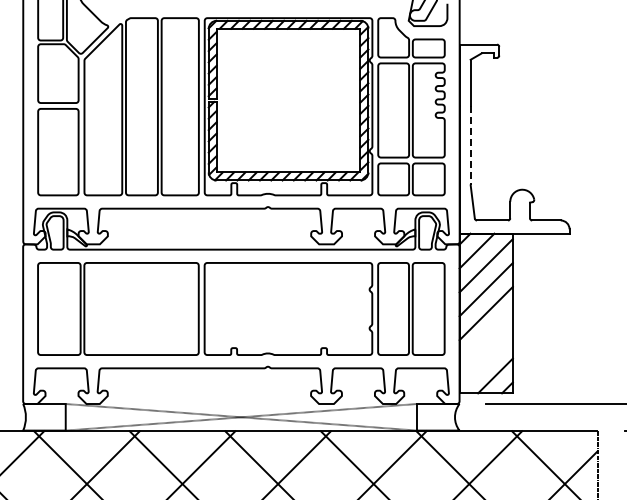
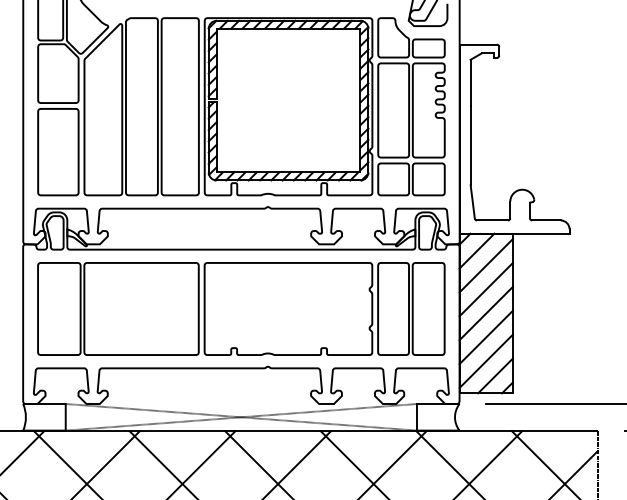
line at (470, 145): dashed -> solid
line at (485, 337): none -> present
line at (485, 360): none -> present
